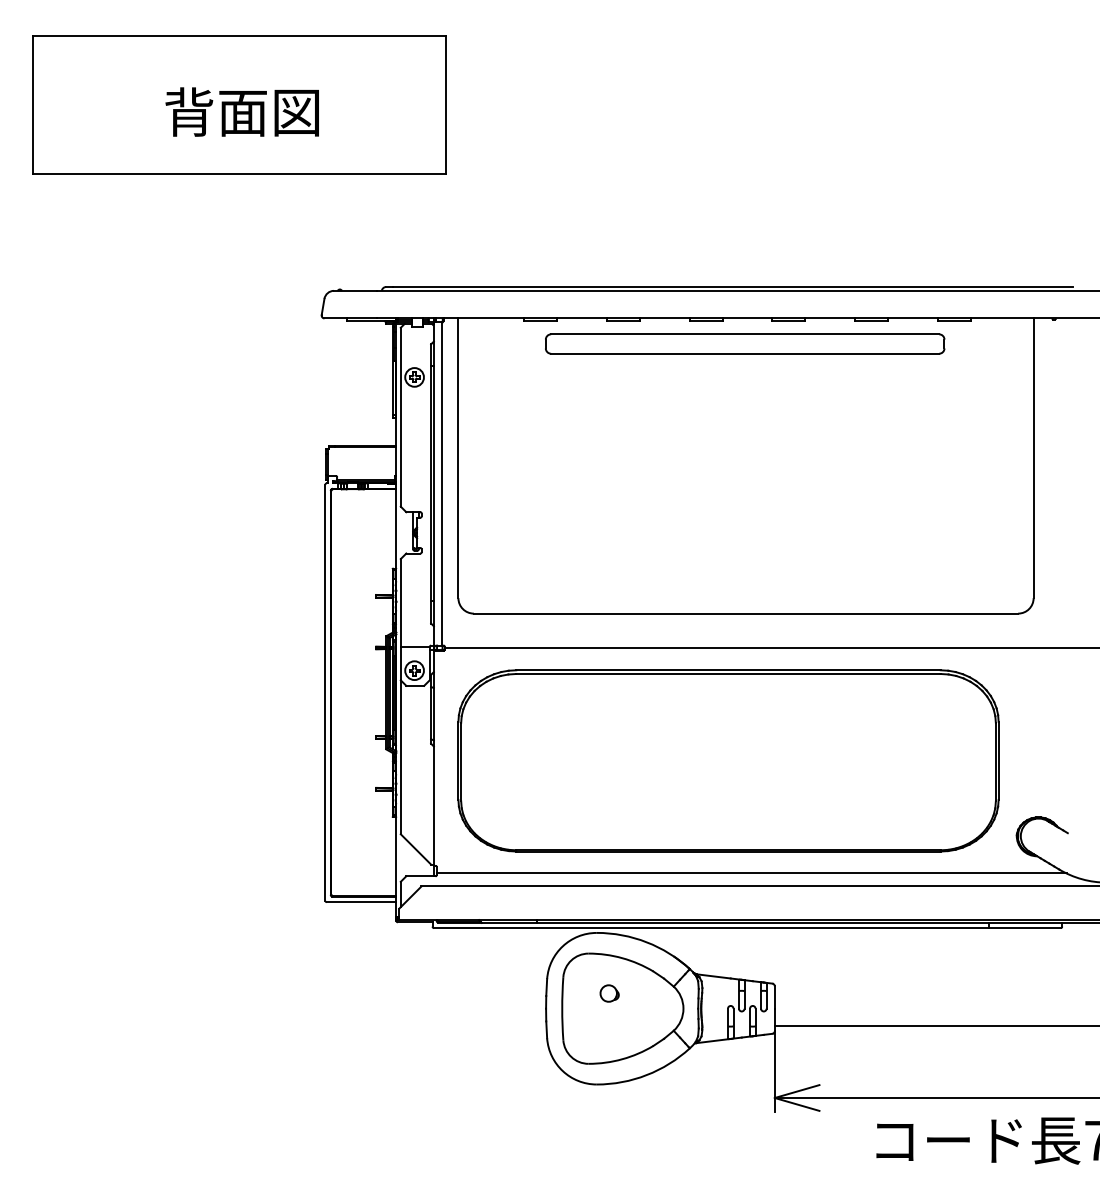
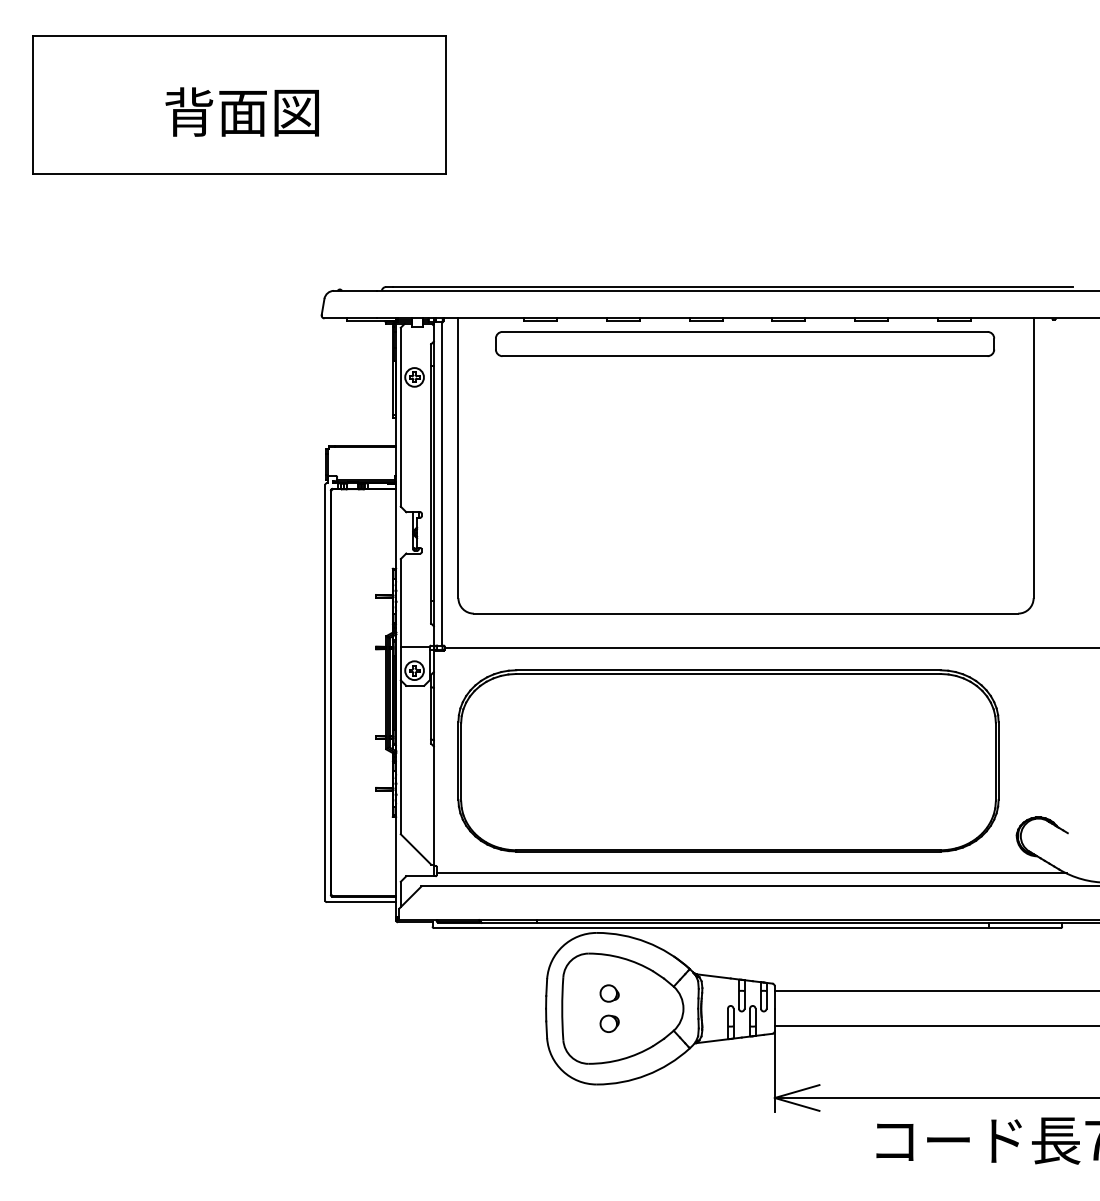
part at (745, 343) size: 401x22 px -> 501x26 px
line at (935, 990): none -> present
part at (609, 1023): none -> present
